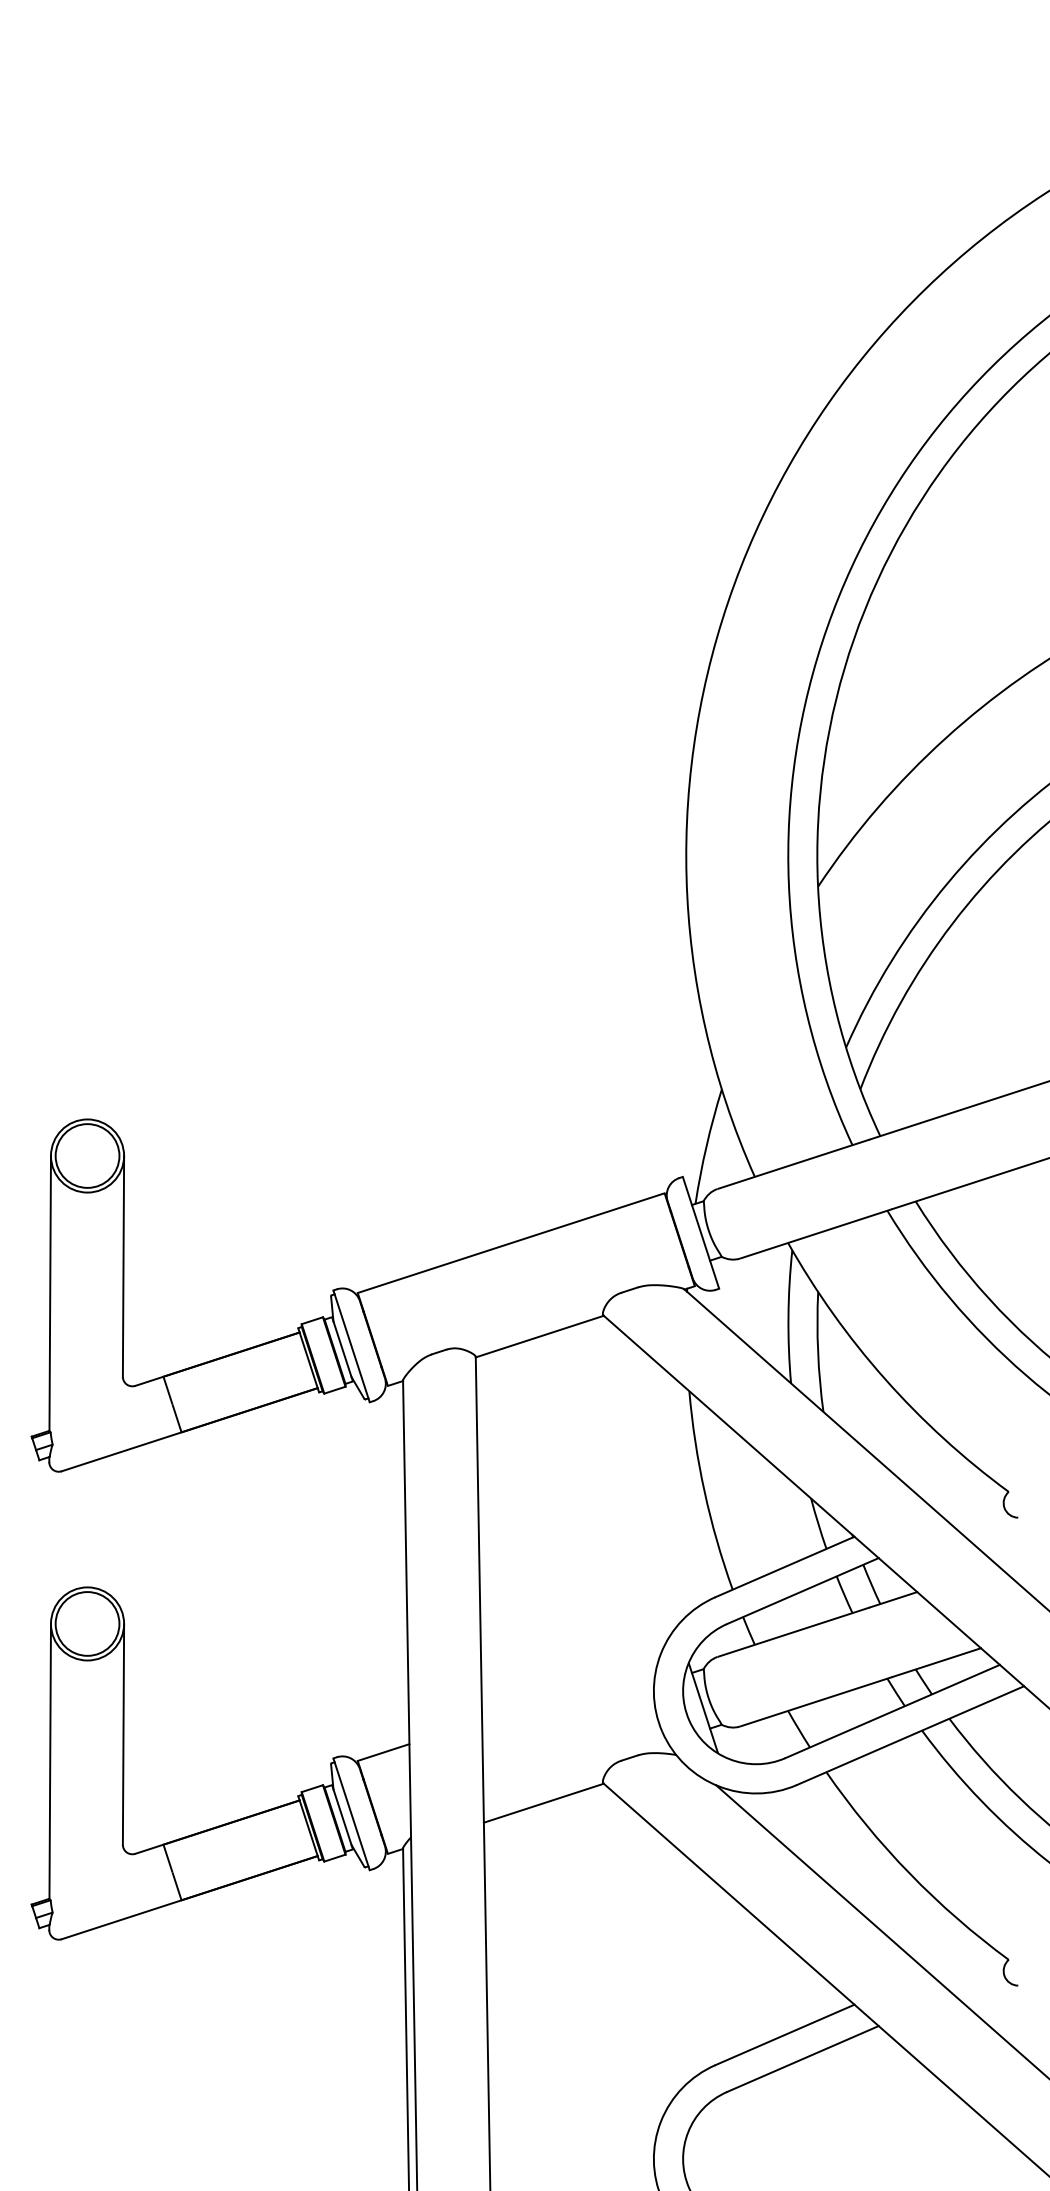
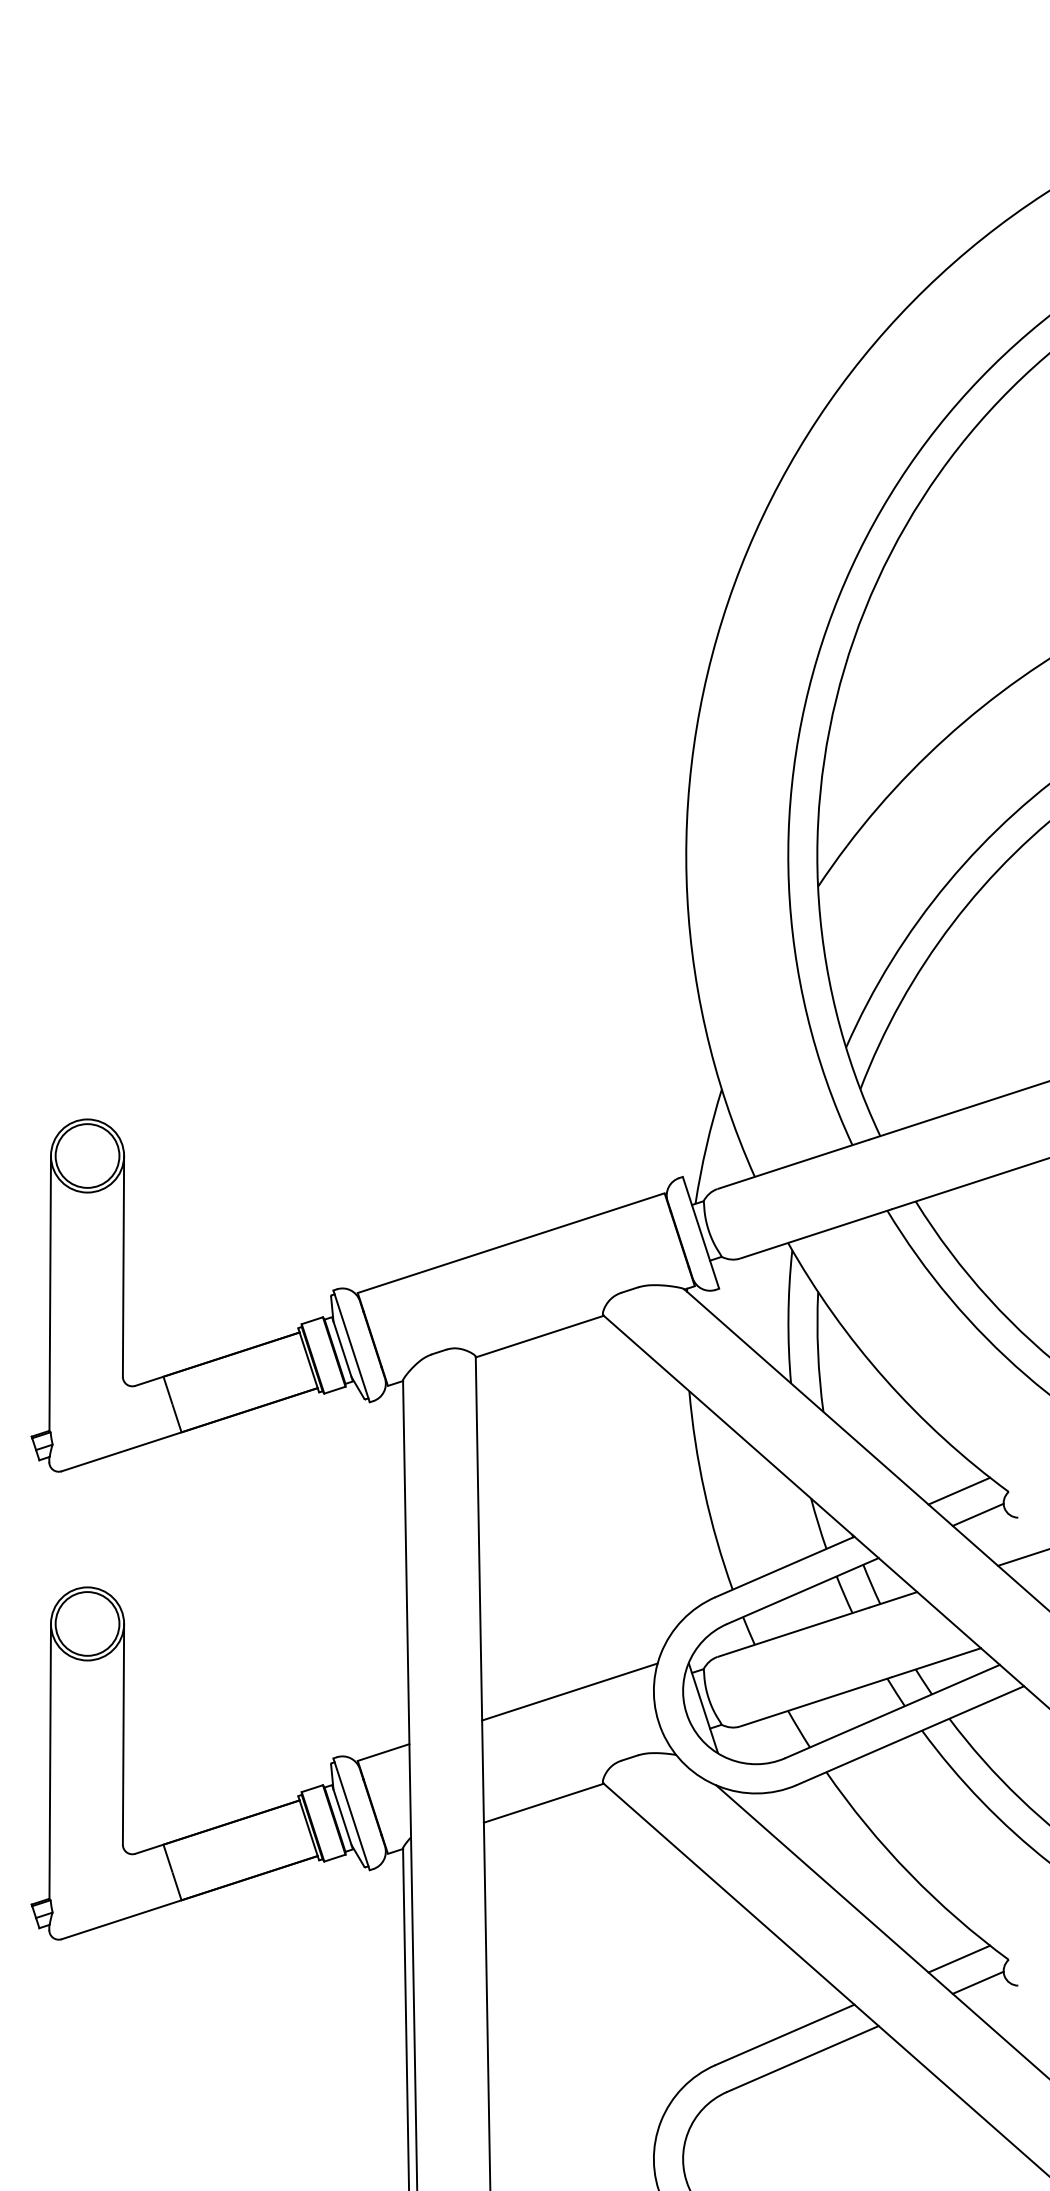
line at (959, 1490): none -> present
line at (977, 1514): none -> present
line at (1022, 1557): none -> present
line at (569, 1691): none -> present
line at (959, 1958): none -> present
line at (977, 1982): none -> present
